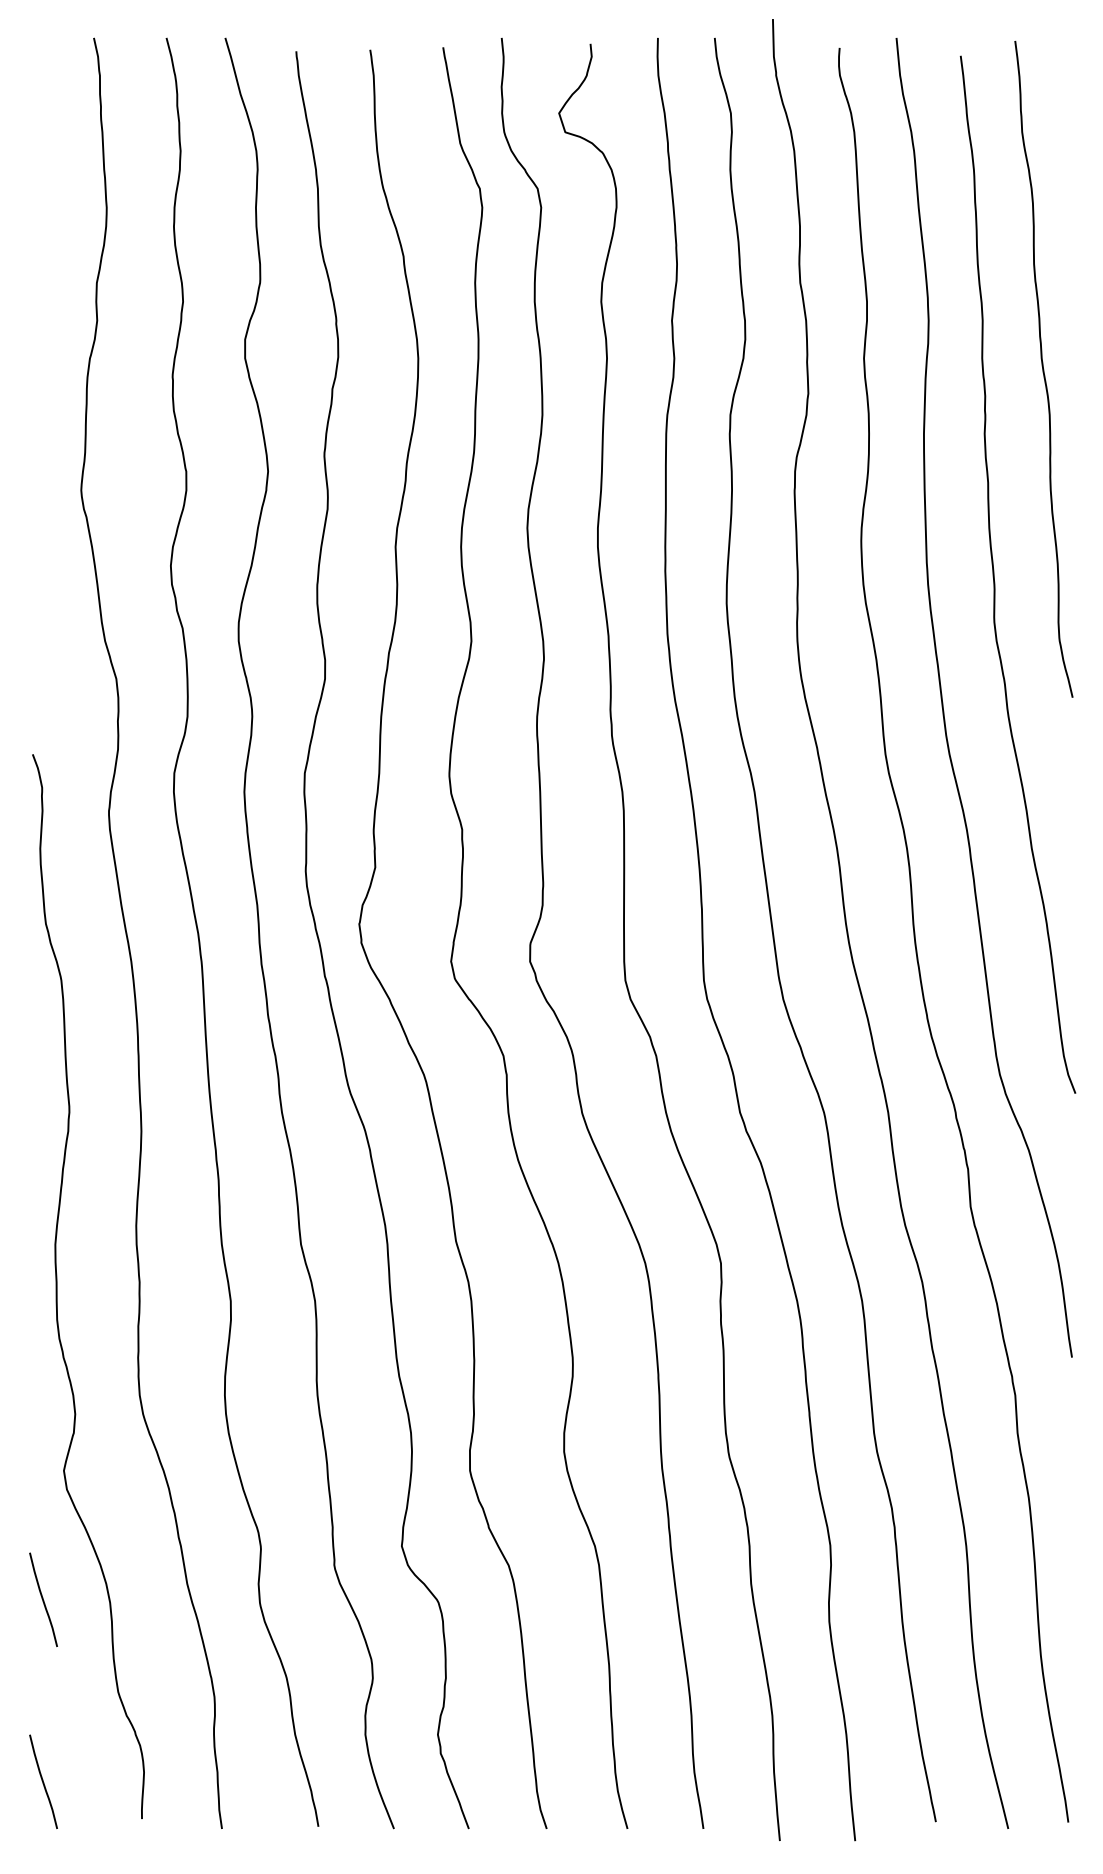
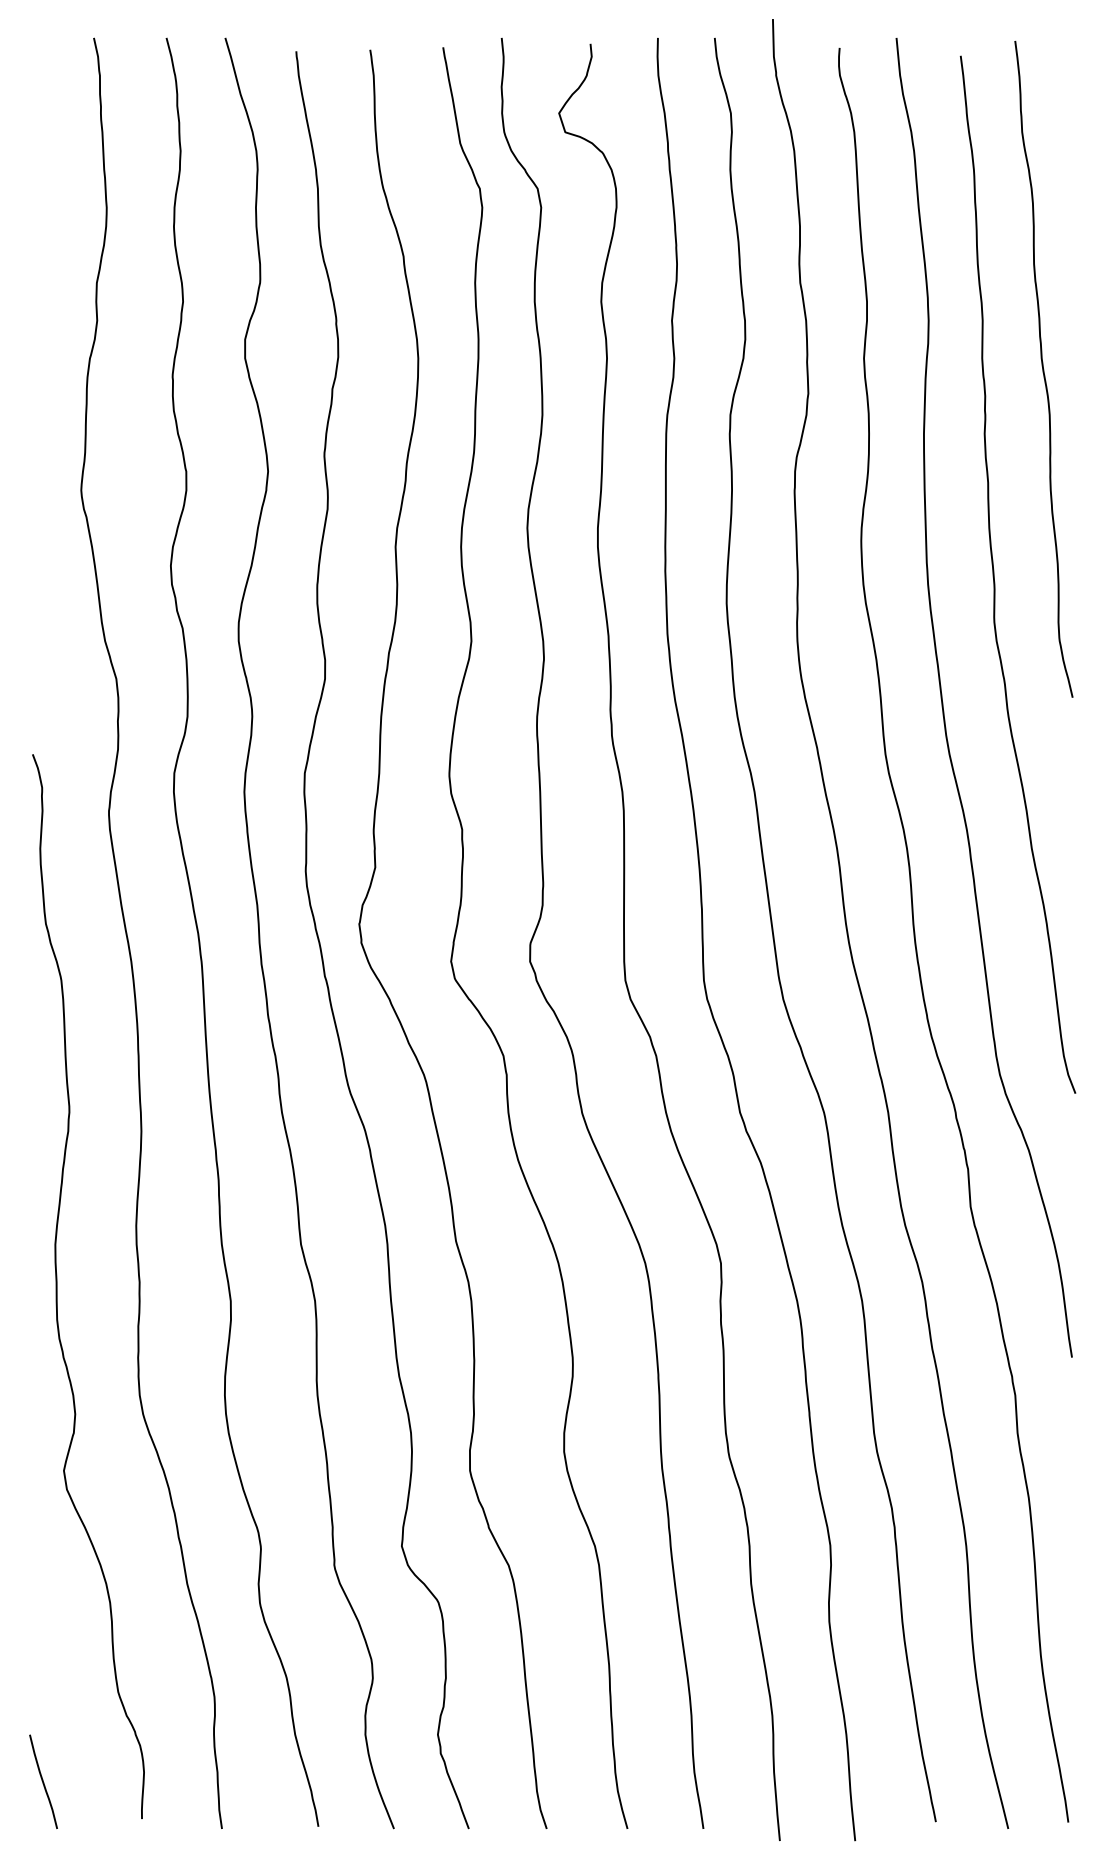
curve at (43, 1599): present -> none
